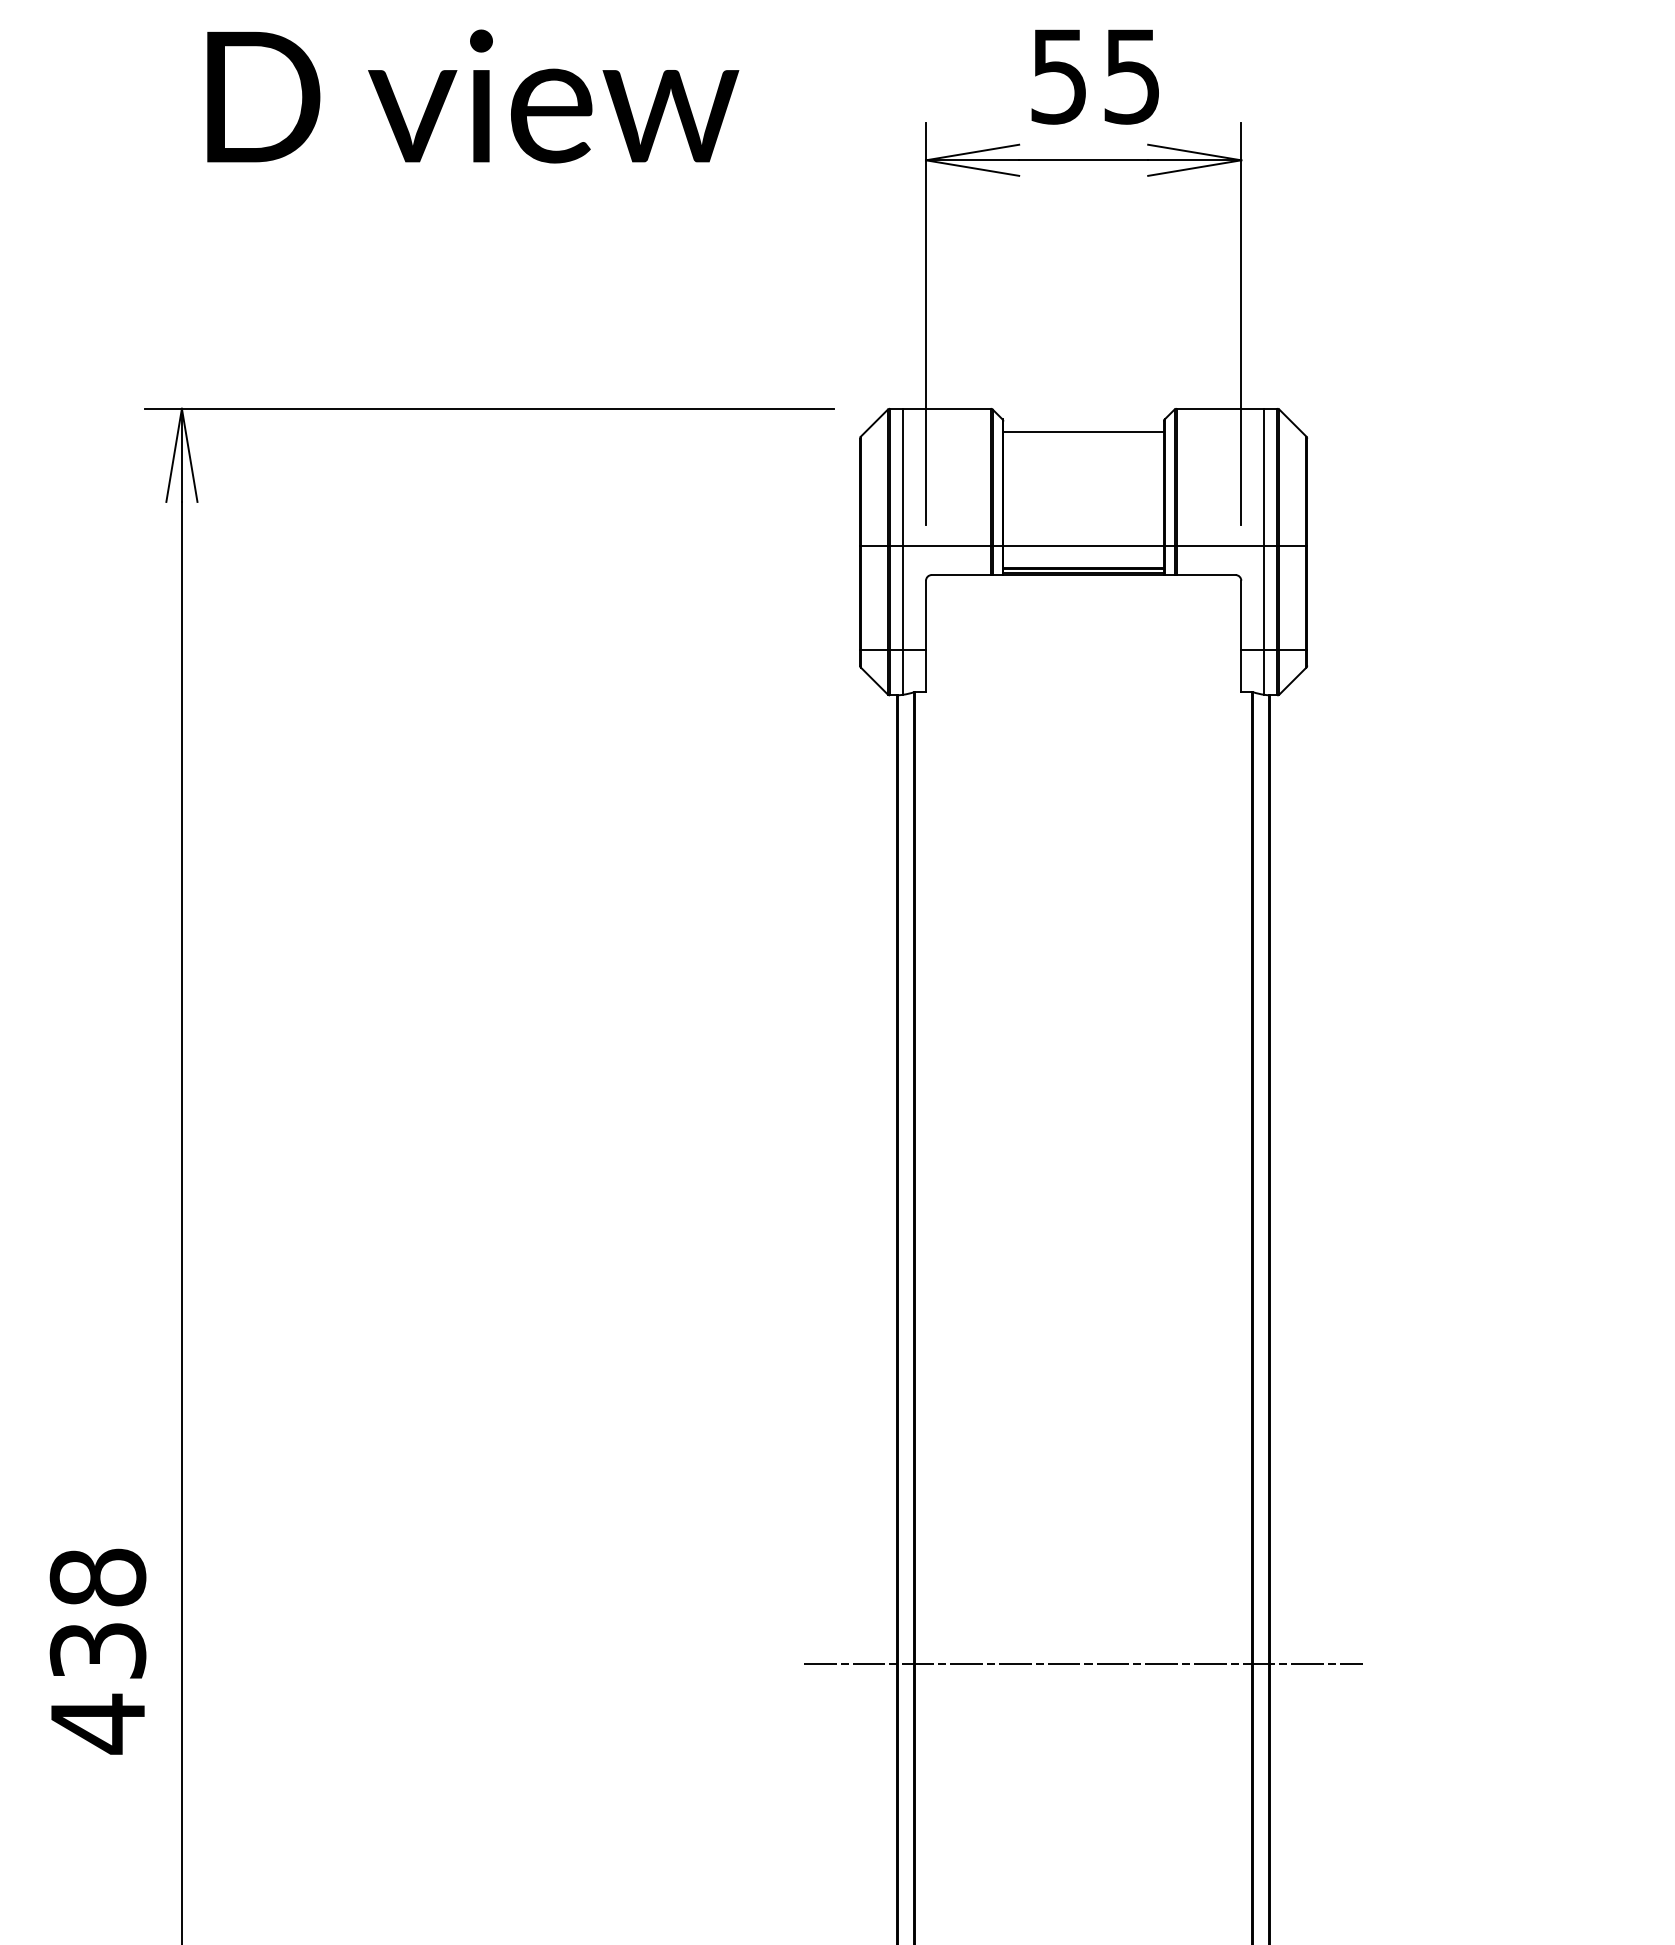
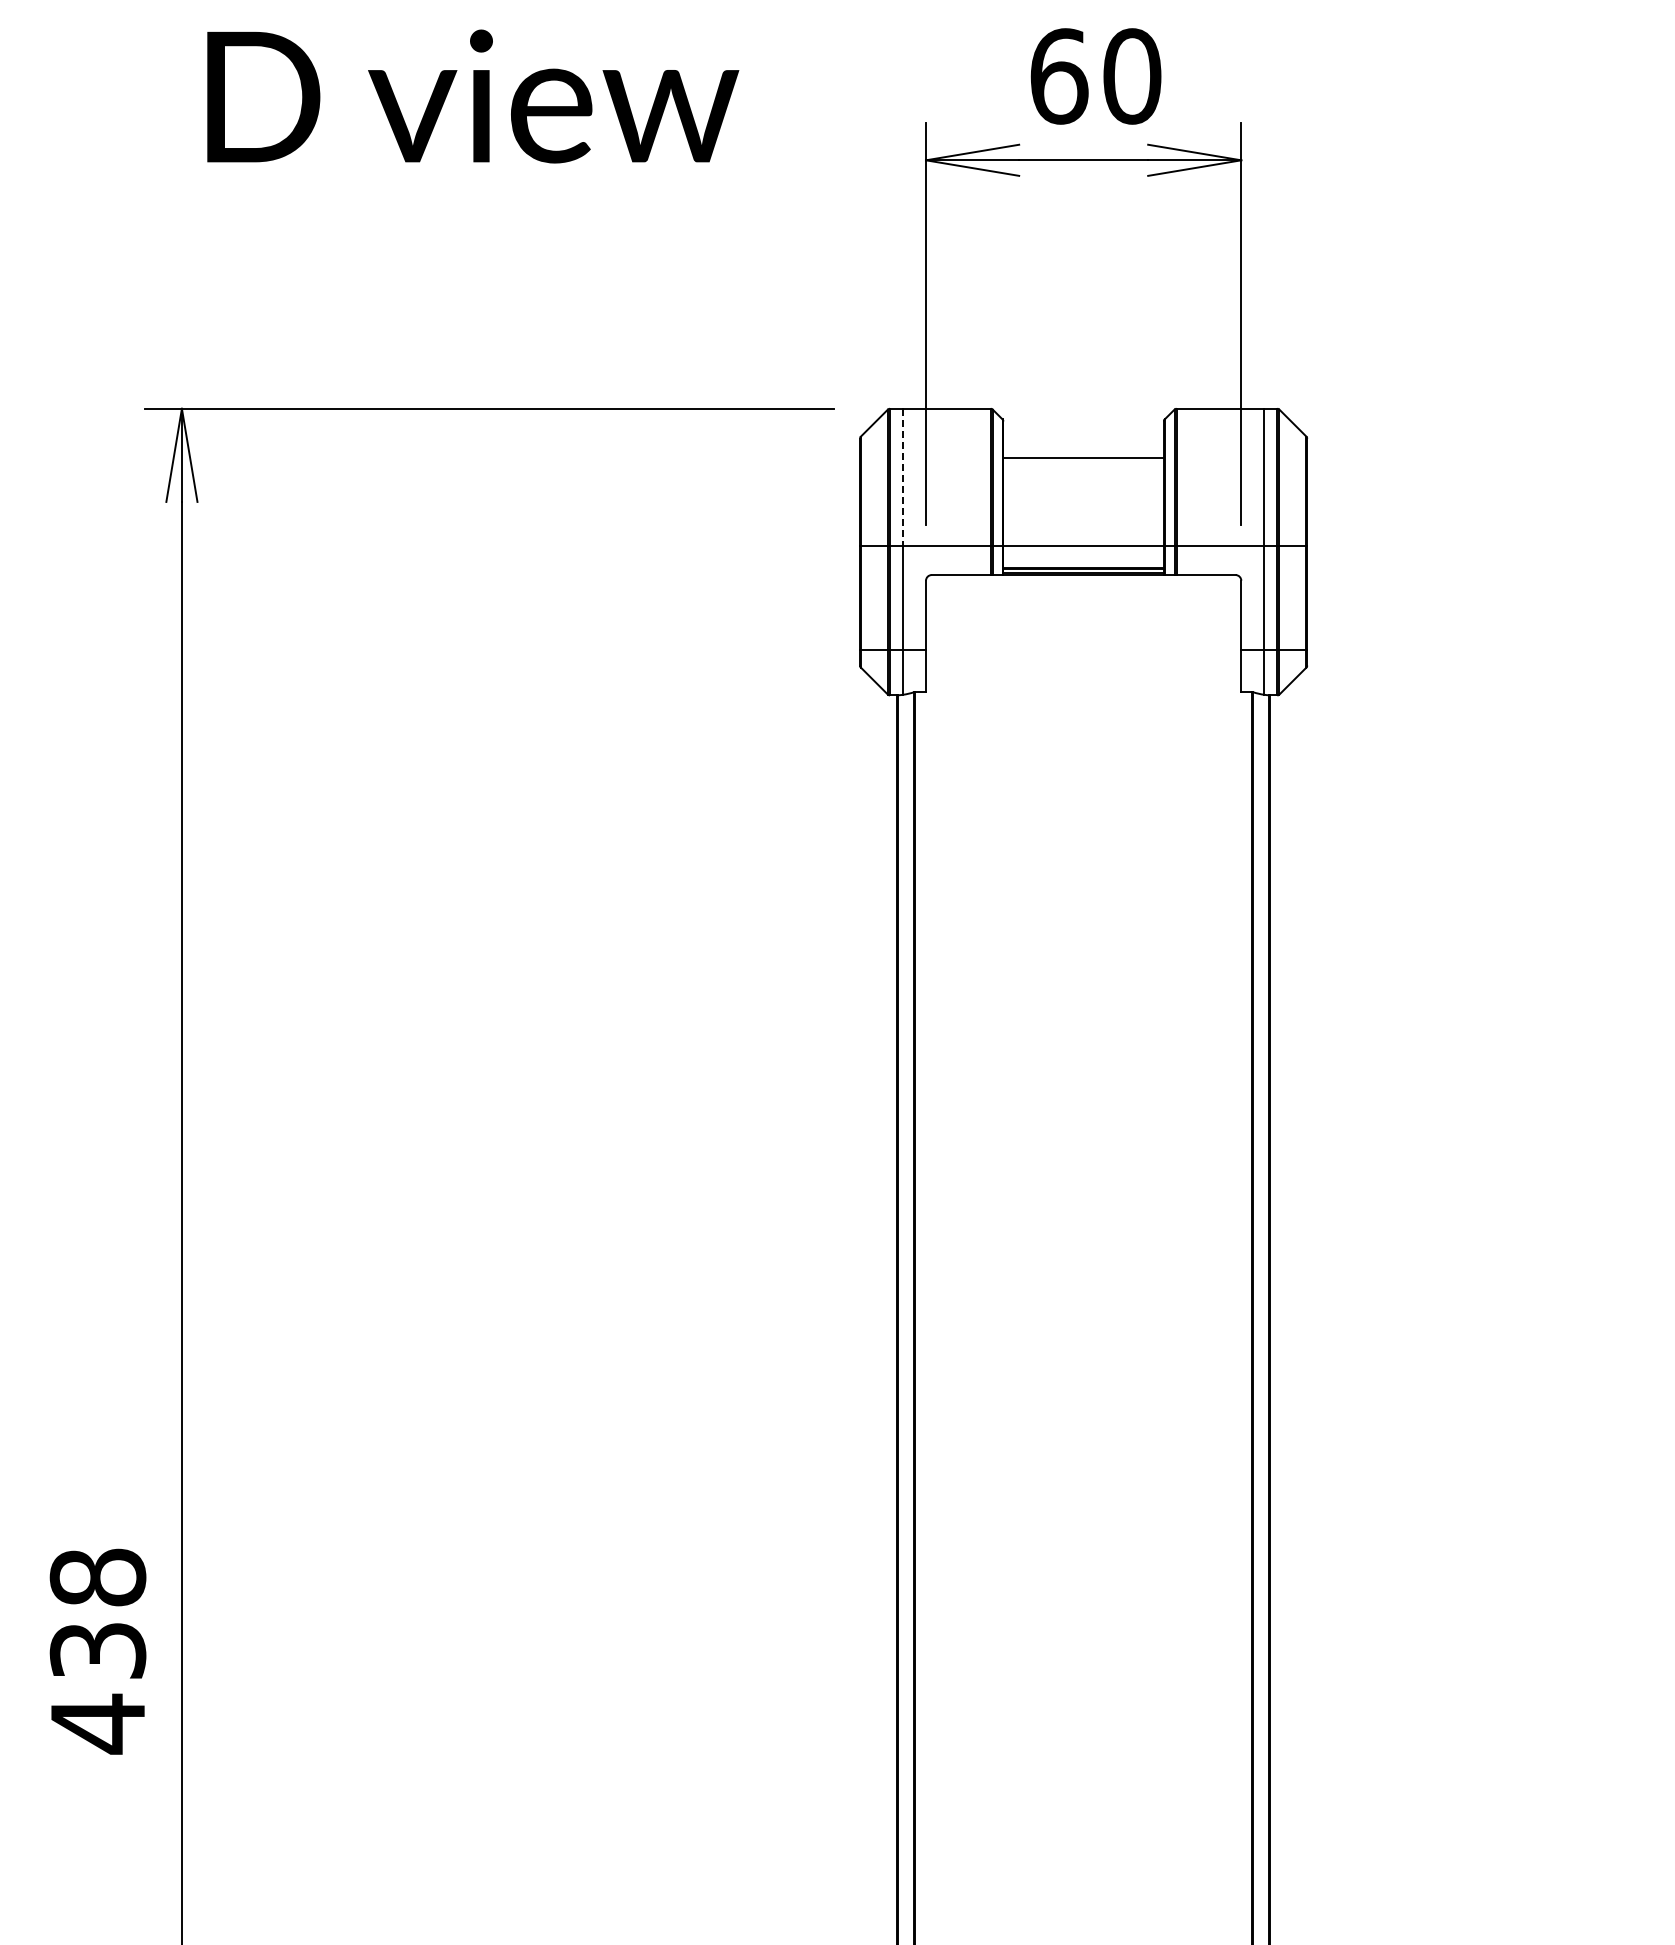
text at (1095, 76): 55 -> 60
line at (1083, 431) position: (1083, 431) -> (1083, 457)
line at (903, 477): solid -> dashed
line at (1083, 1664): present -> none
